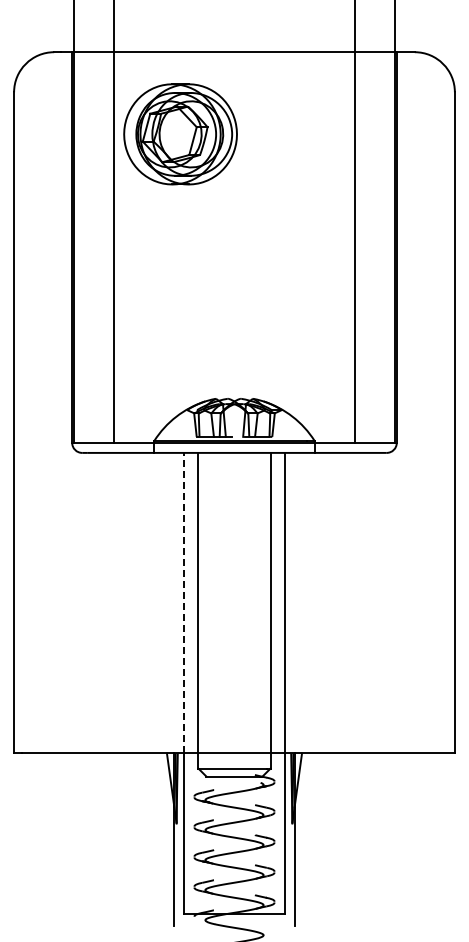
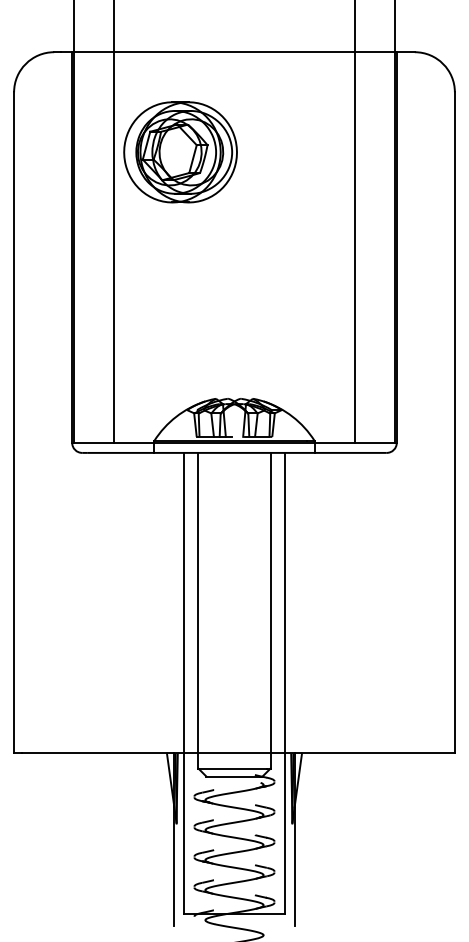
part at (180, 134) position: (180, 134) -> (180, 152)
line at (184, 602): dashed -> solid
